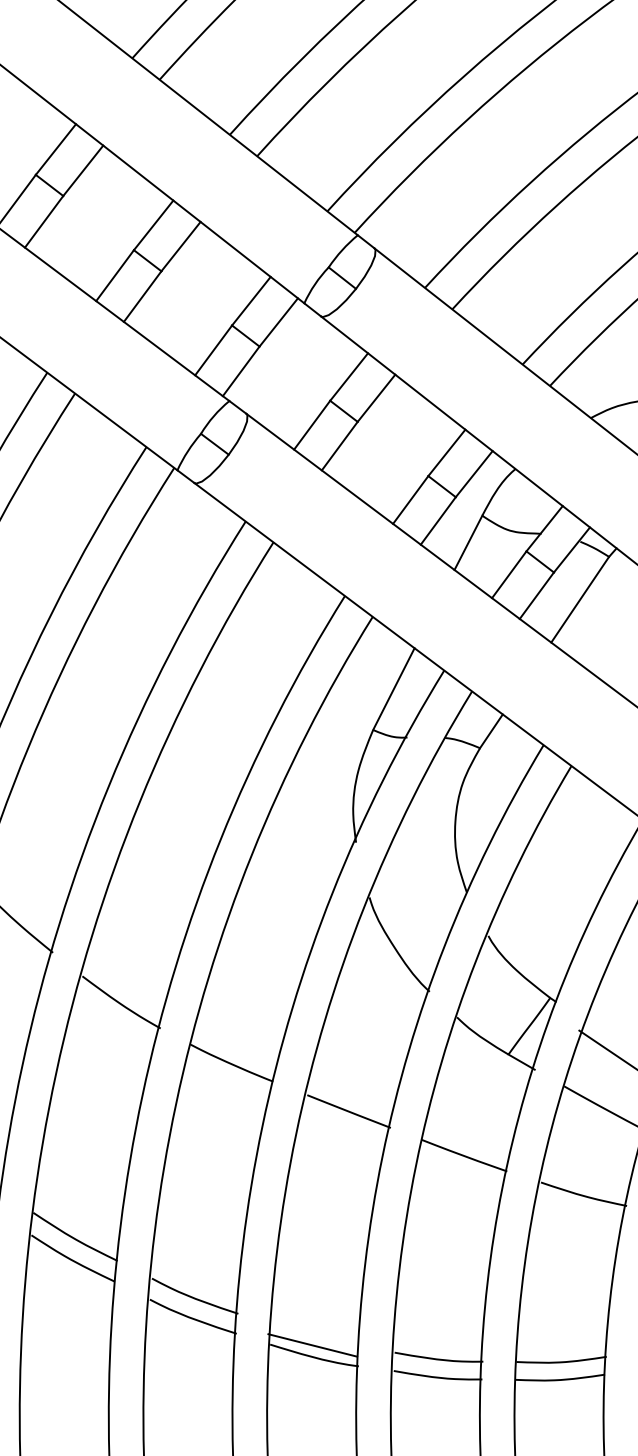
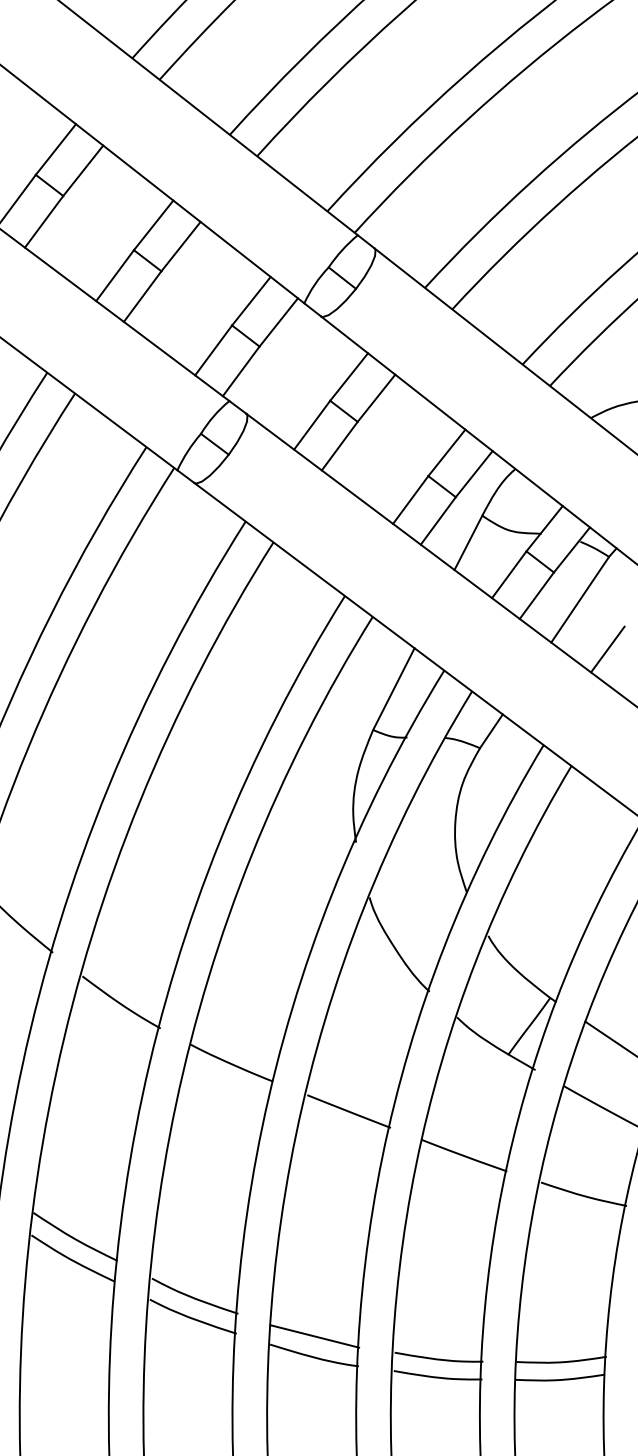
line at (607, 649): none -> present
line at (606, 1048) position: (606, 1048) -> (609, 1037)
line at (312, 1345) position: (312, 1345) -> (314, 1336)
